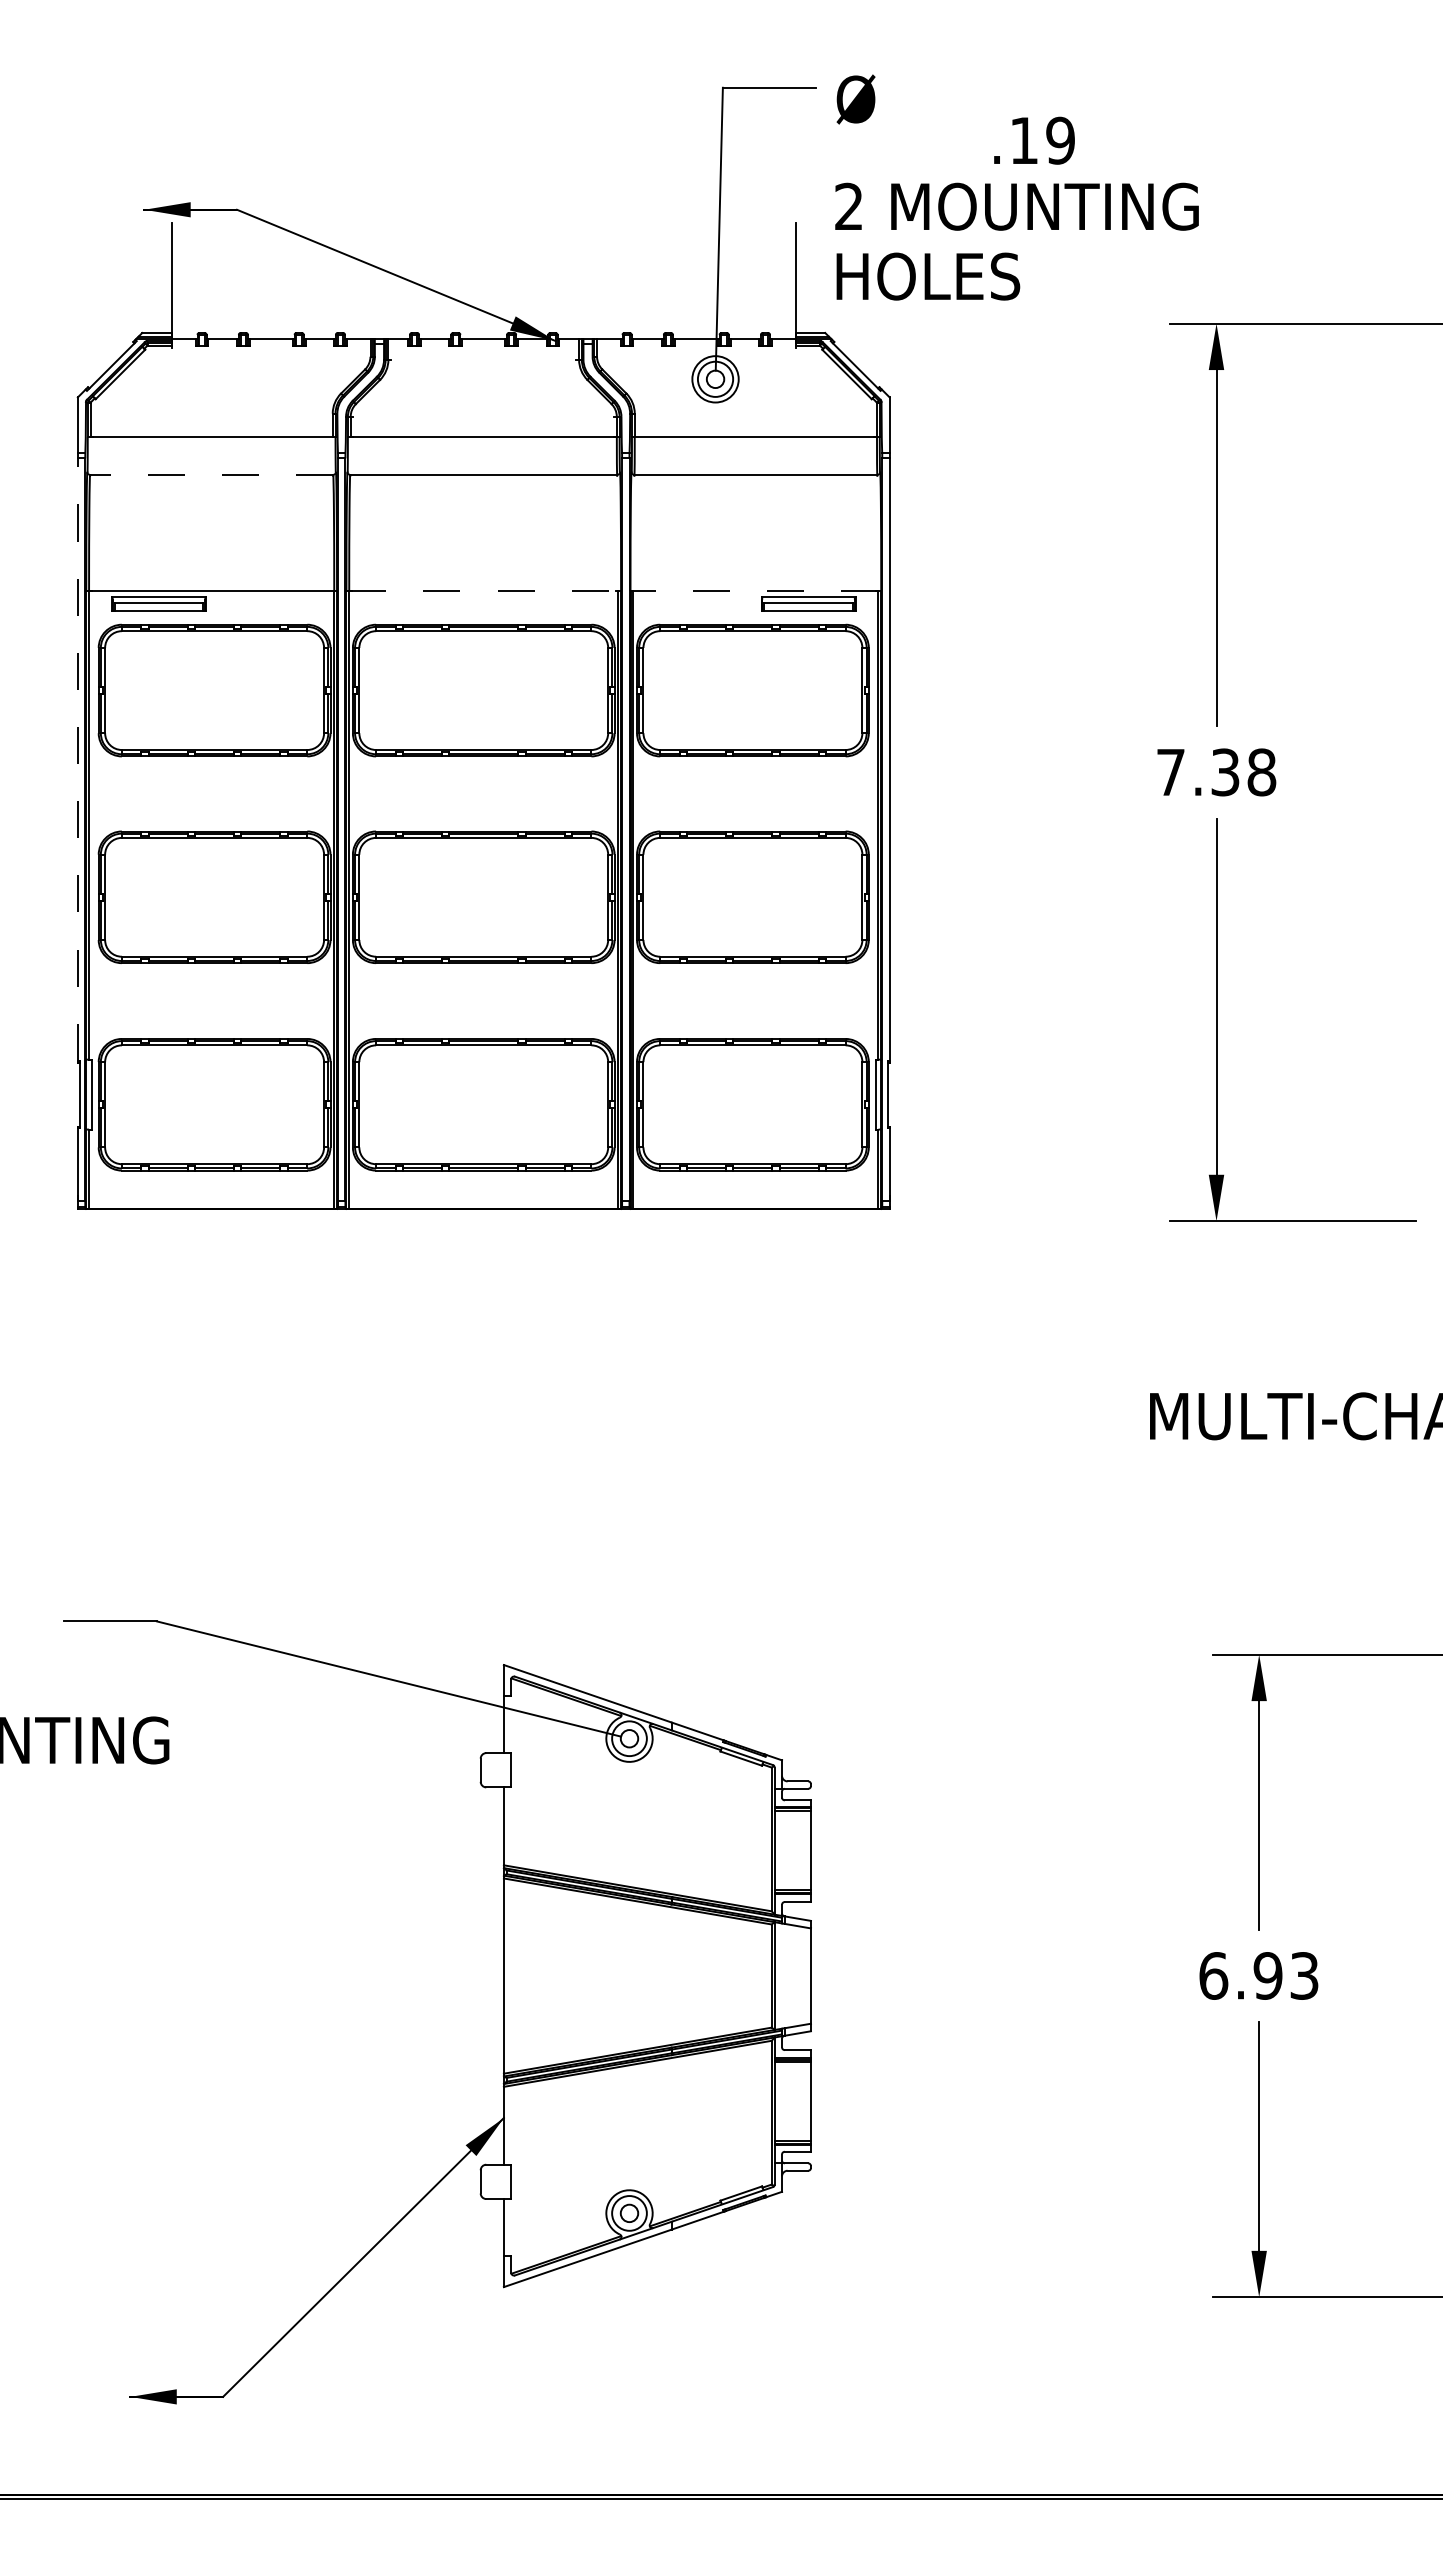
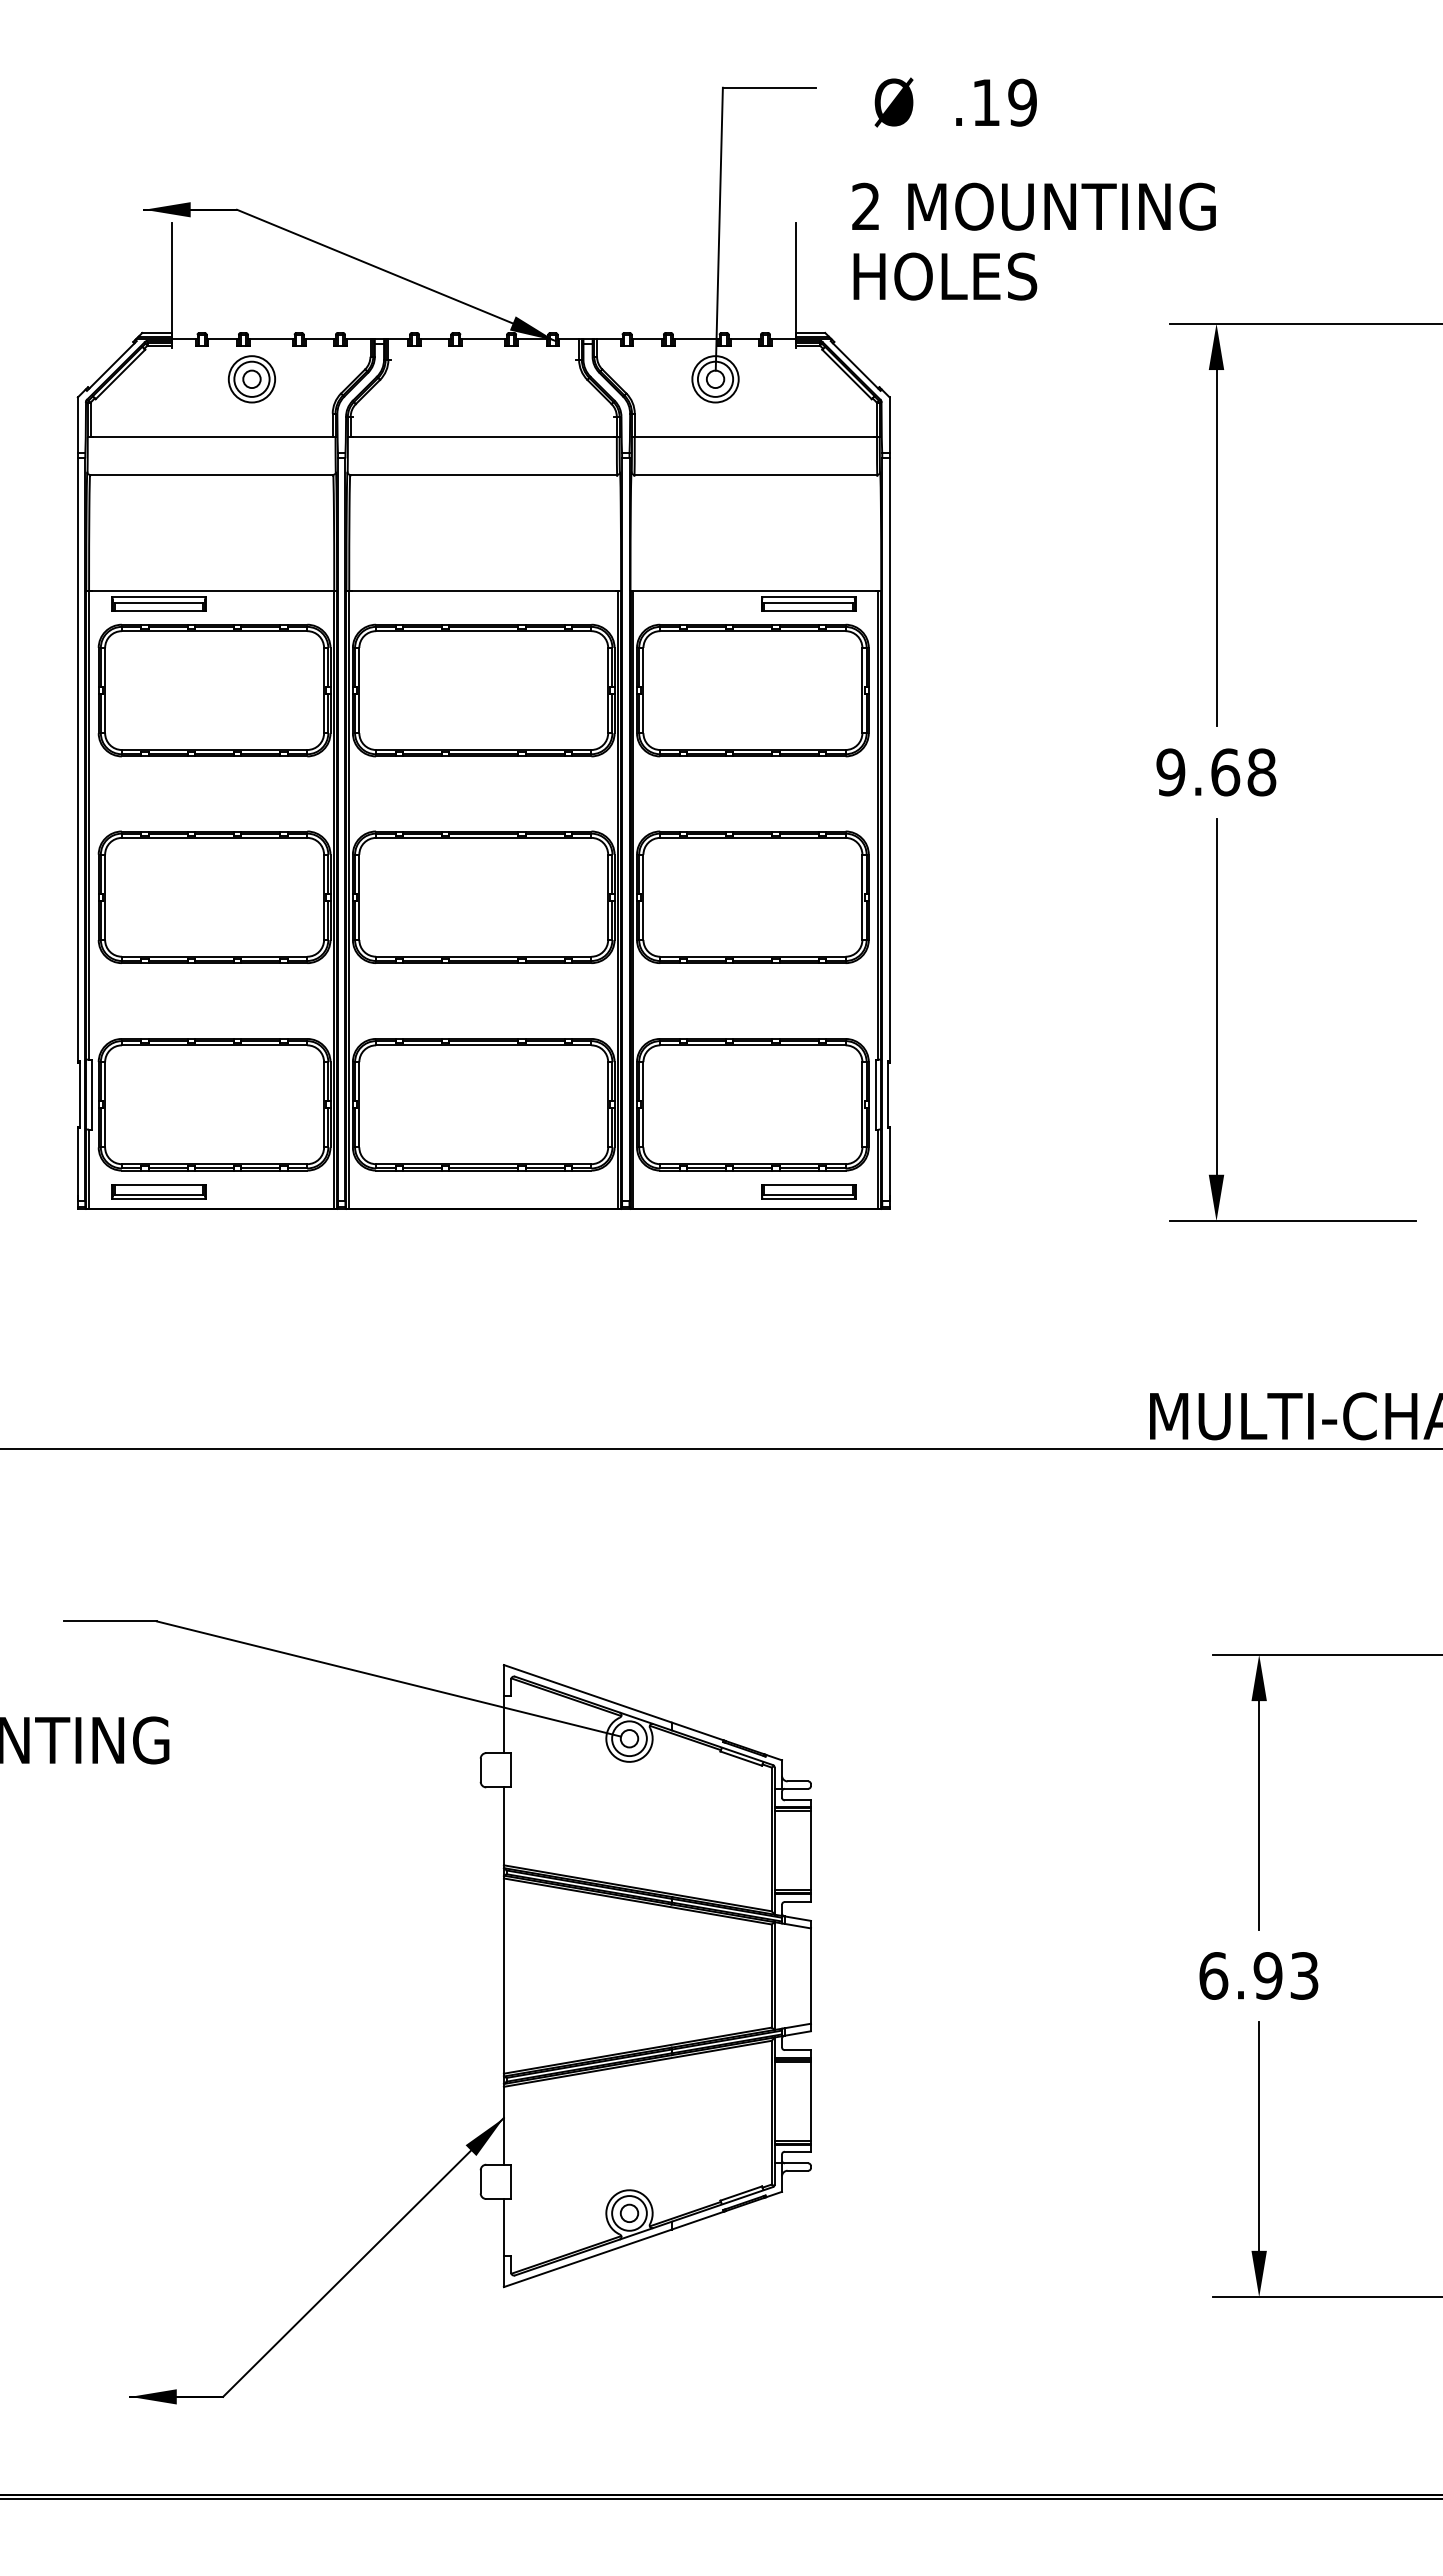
text at (855, 99) position: (855, 99) -> (893, 102)
text at (1034, 140) position: (1034, 140) -> (996, 102)
text at (1016, 241) position: (1016, 241) -> (1033, 241)
part at (251, 379): none -> present
line at (211, 475): dashed -> solid
line at (483, 591): dashed -> solid
line at (755, 591): dashed -> solid
line at (77, 759): dashed -> solid
text at (1198, 772): 7.38 -> 9.68
part at (158, 1191): none -> present
part at (808, 1191): none -> present
line at (720, 1448): none -> present
